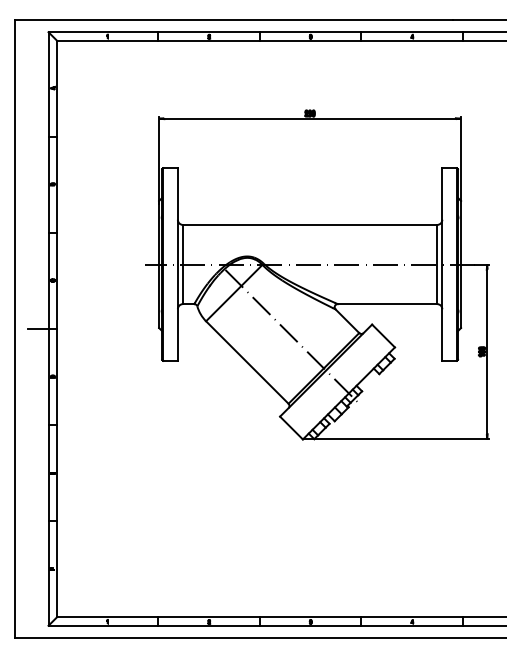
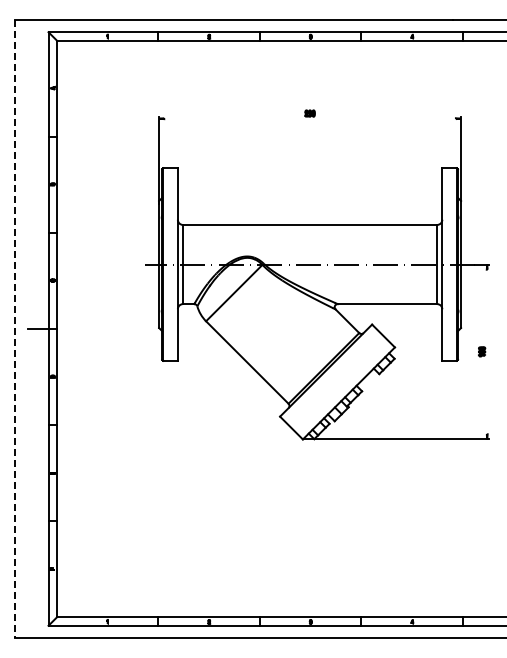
line at (309, 118): present -> none
line at (15, 329): solid -> dashed
line at (292, 336): present -> none
line at (487, 351): present -> none
